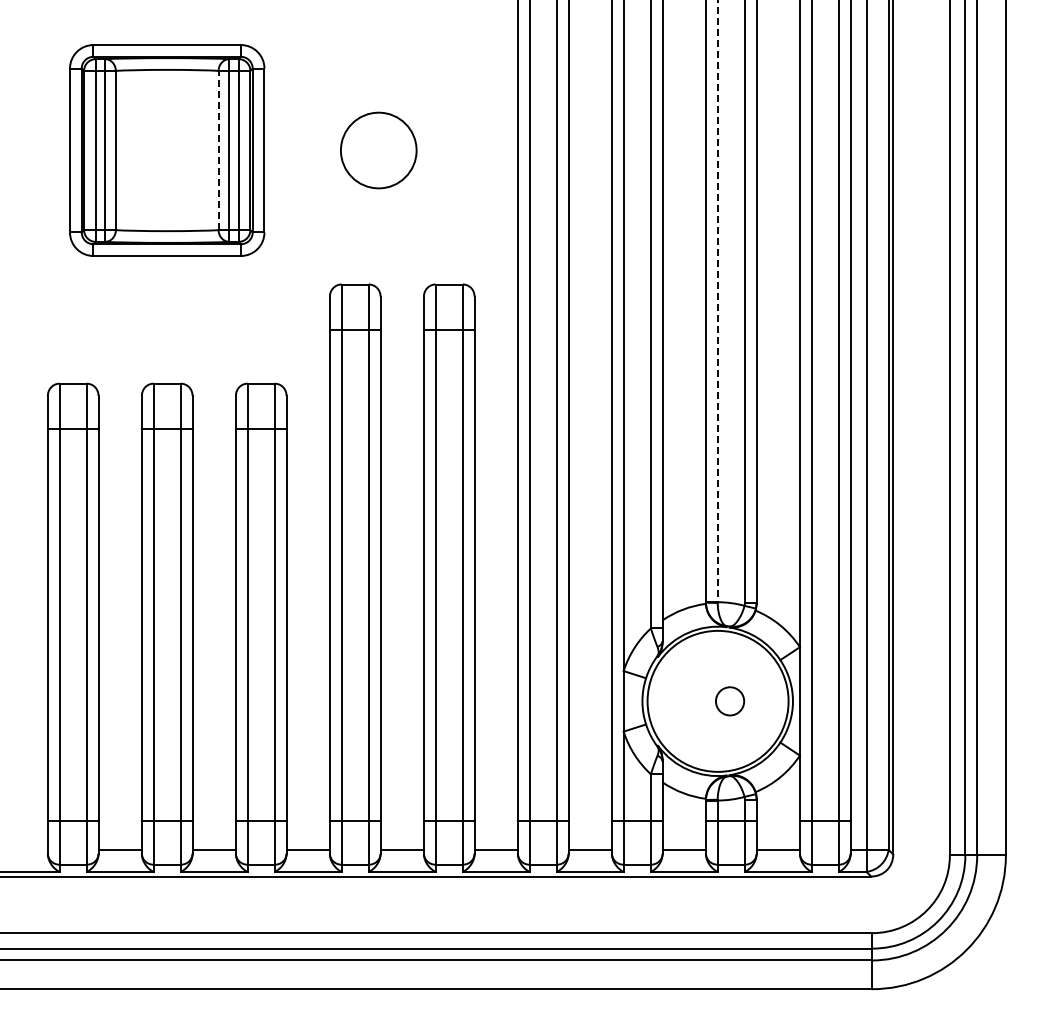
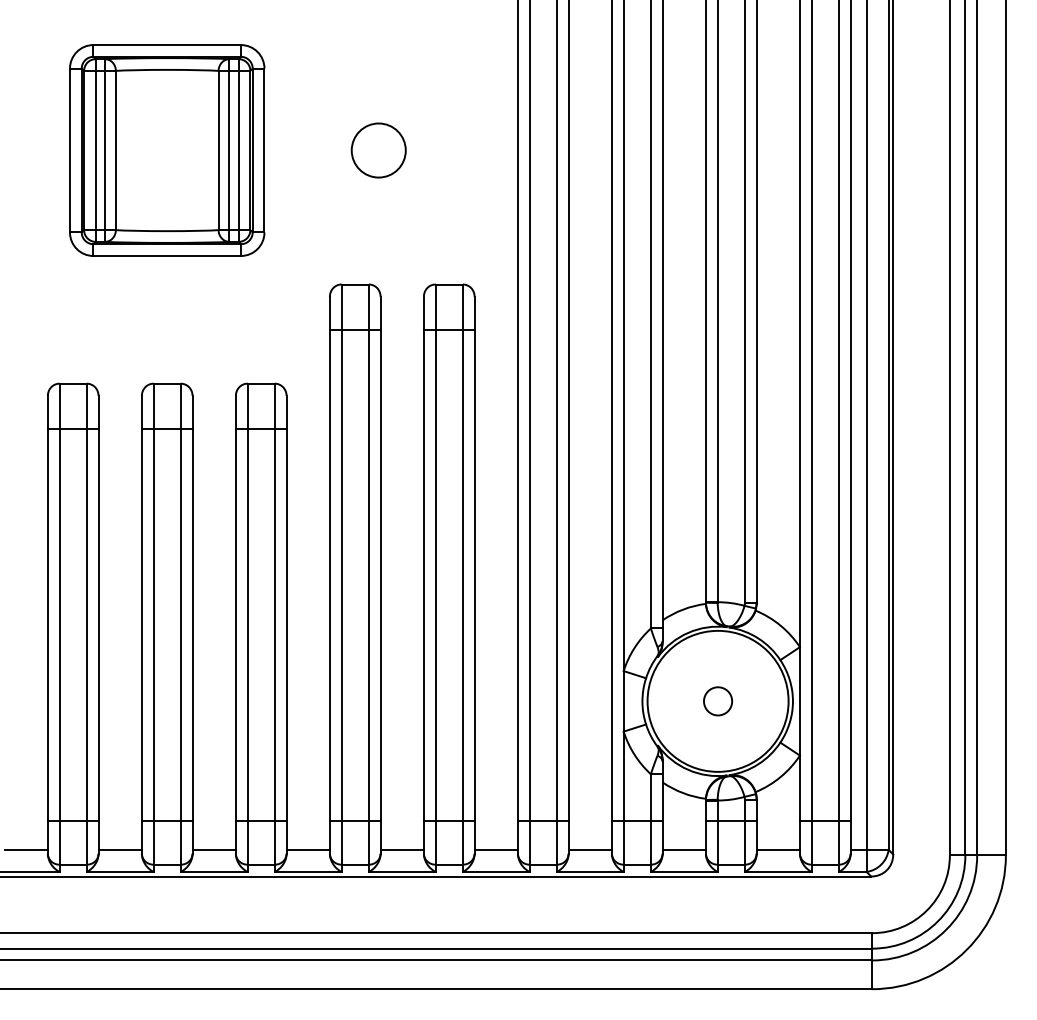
line at (218, 150): dashed -> solid
circle at (378, 150) diameter: 76 px -> 54 px
line at (717, 301): dashed -> solid
circle at (730, 701) position: (730, 701) -> (718, 701)
line at (25, 849): none -> present
